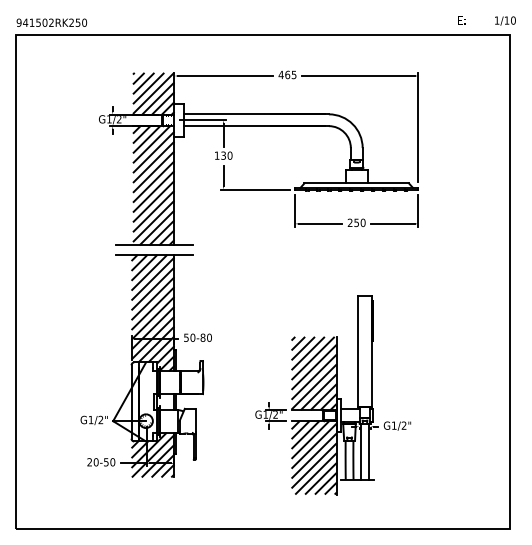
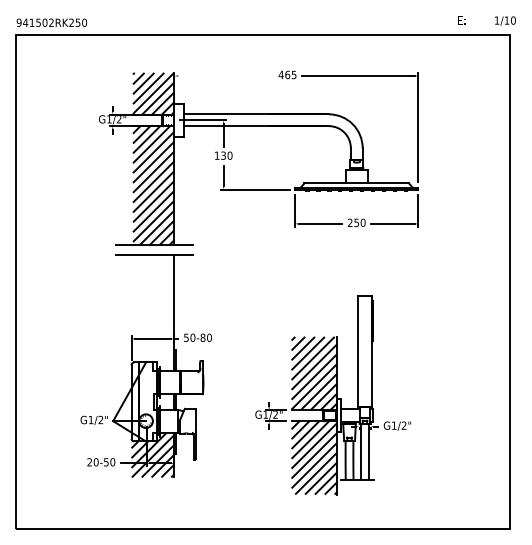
line at (225, 76): present -> none
hatch at (152, 312): present -> none
